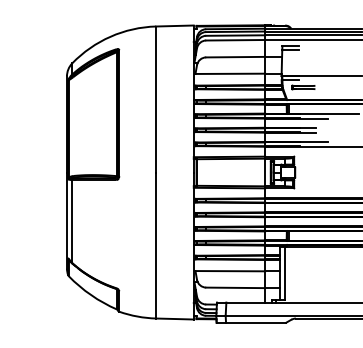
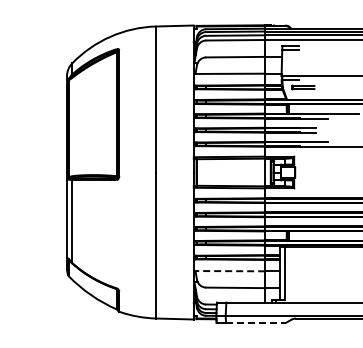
line at (230, 271): solid -> dashed
line at (256, 322): solid -> dashed
